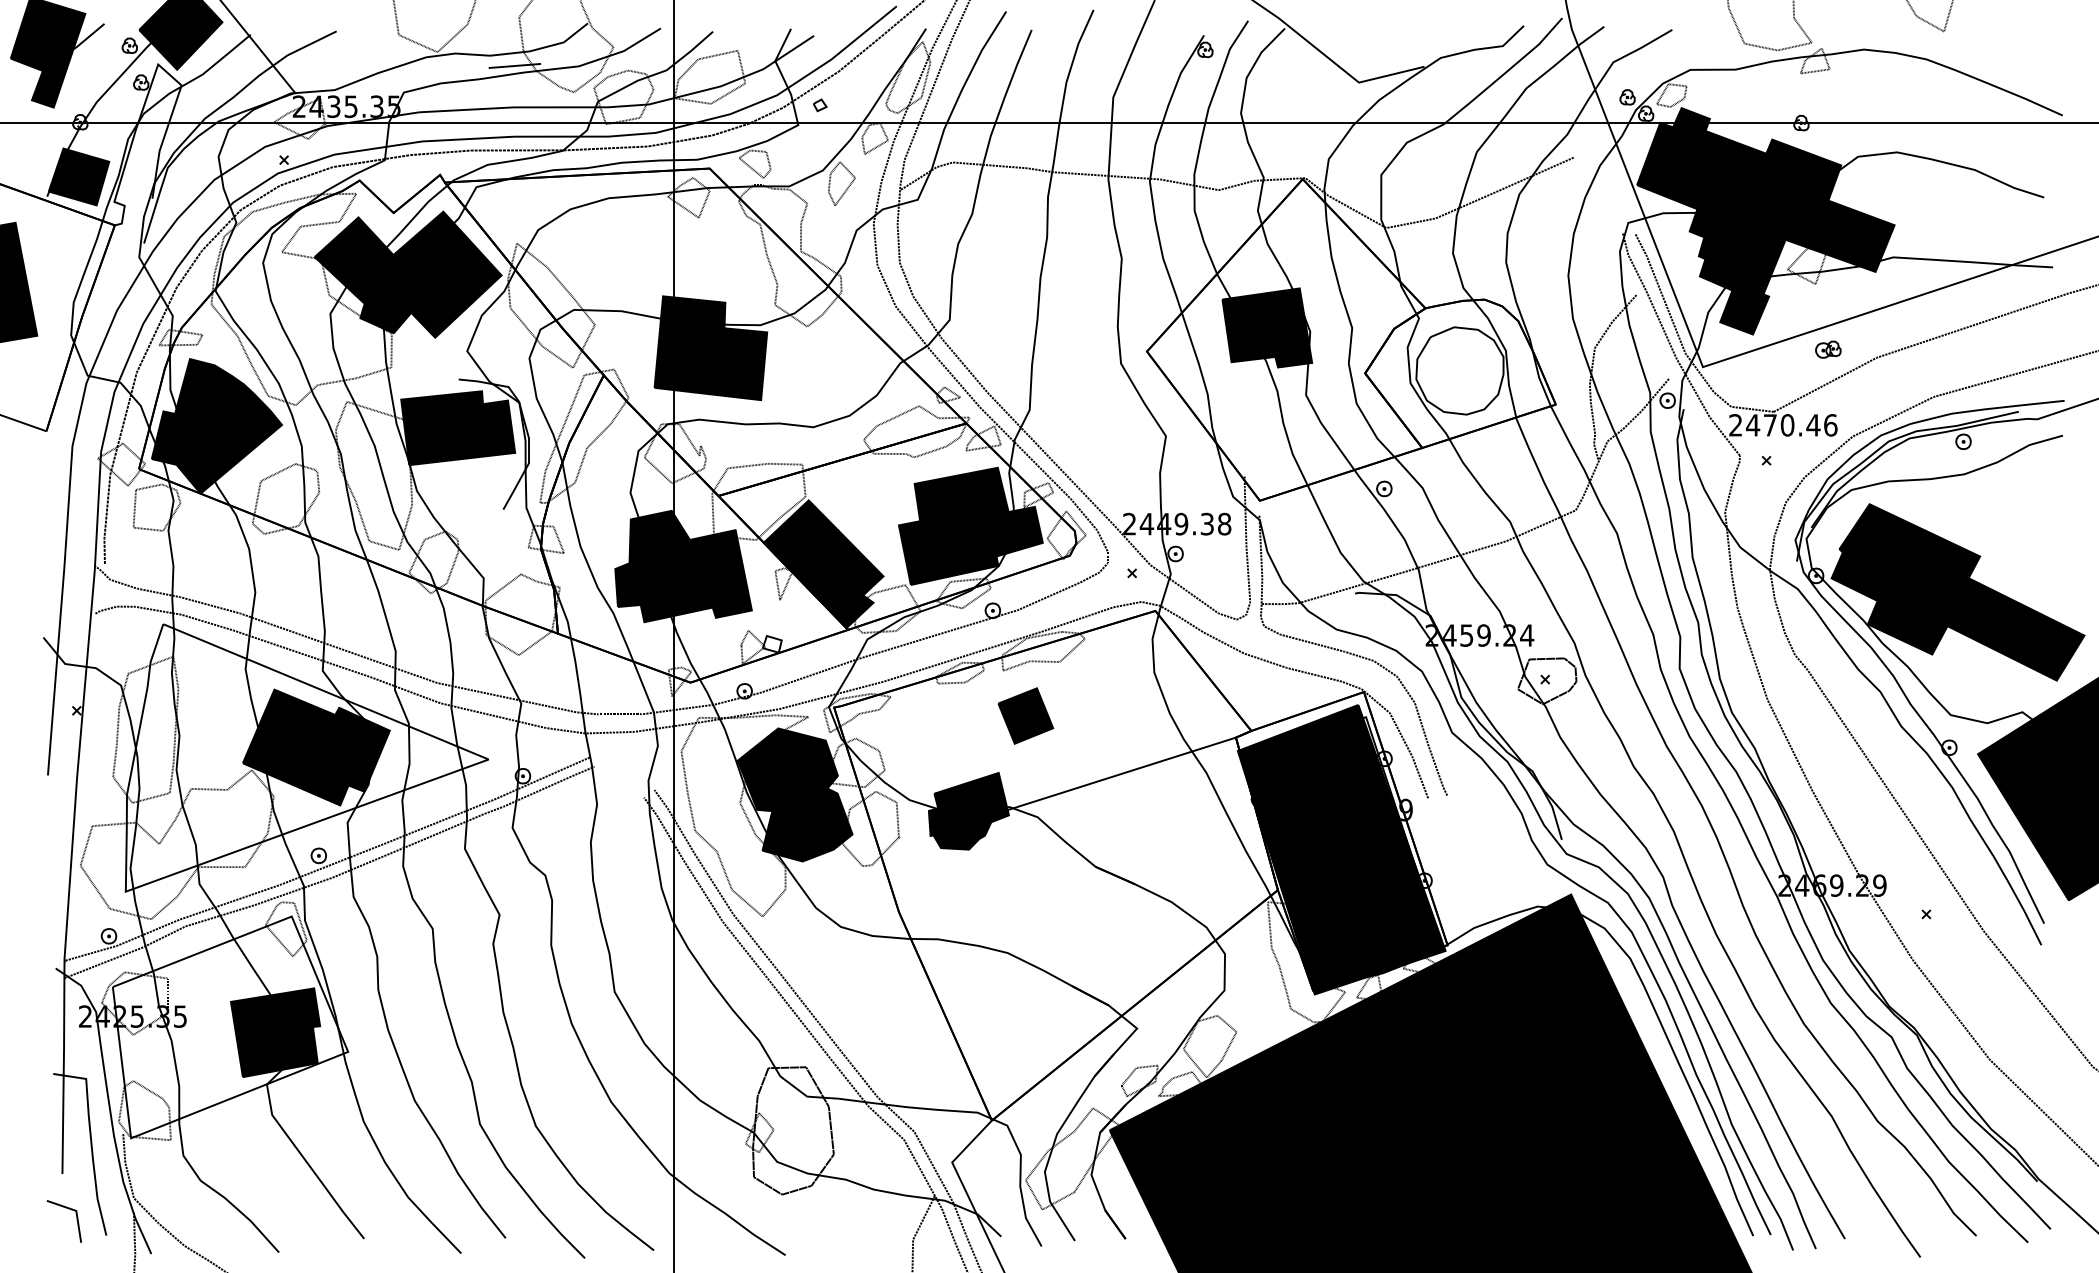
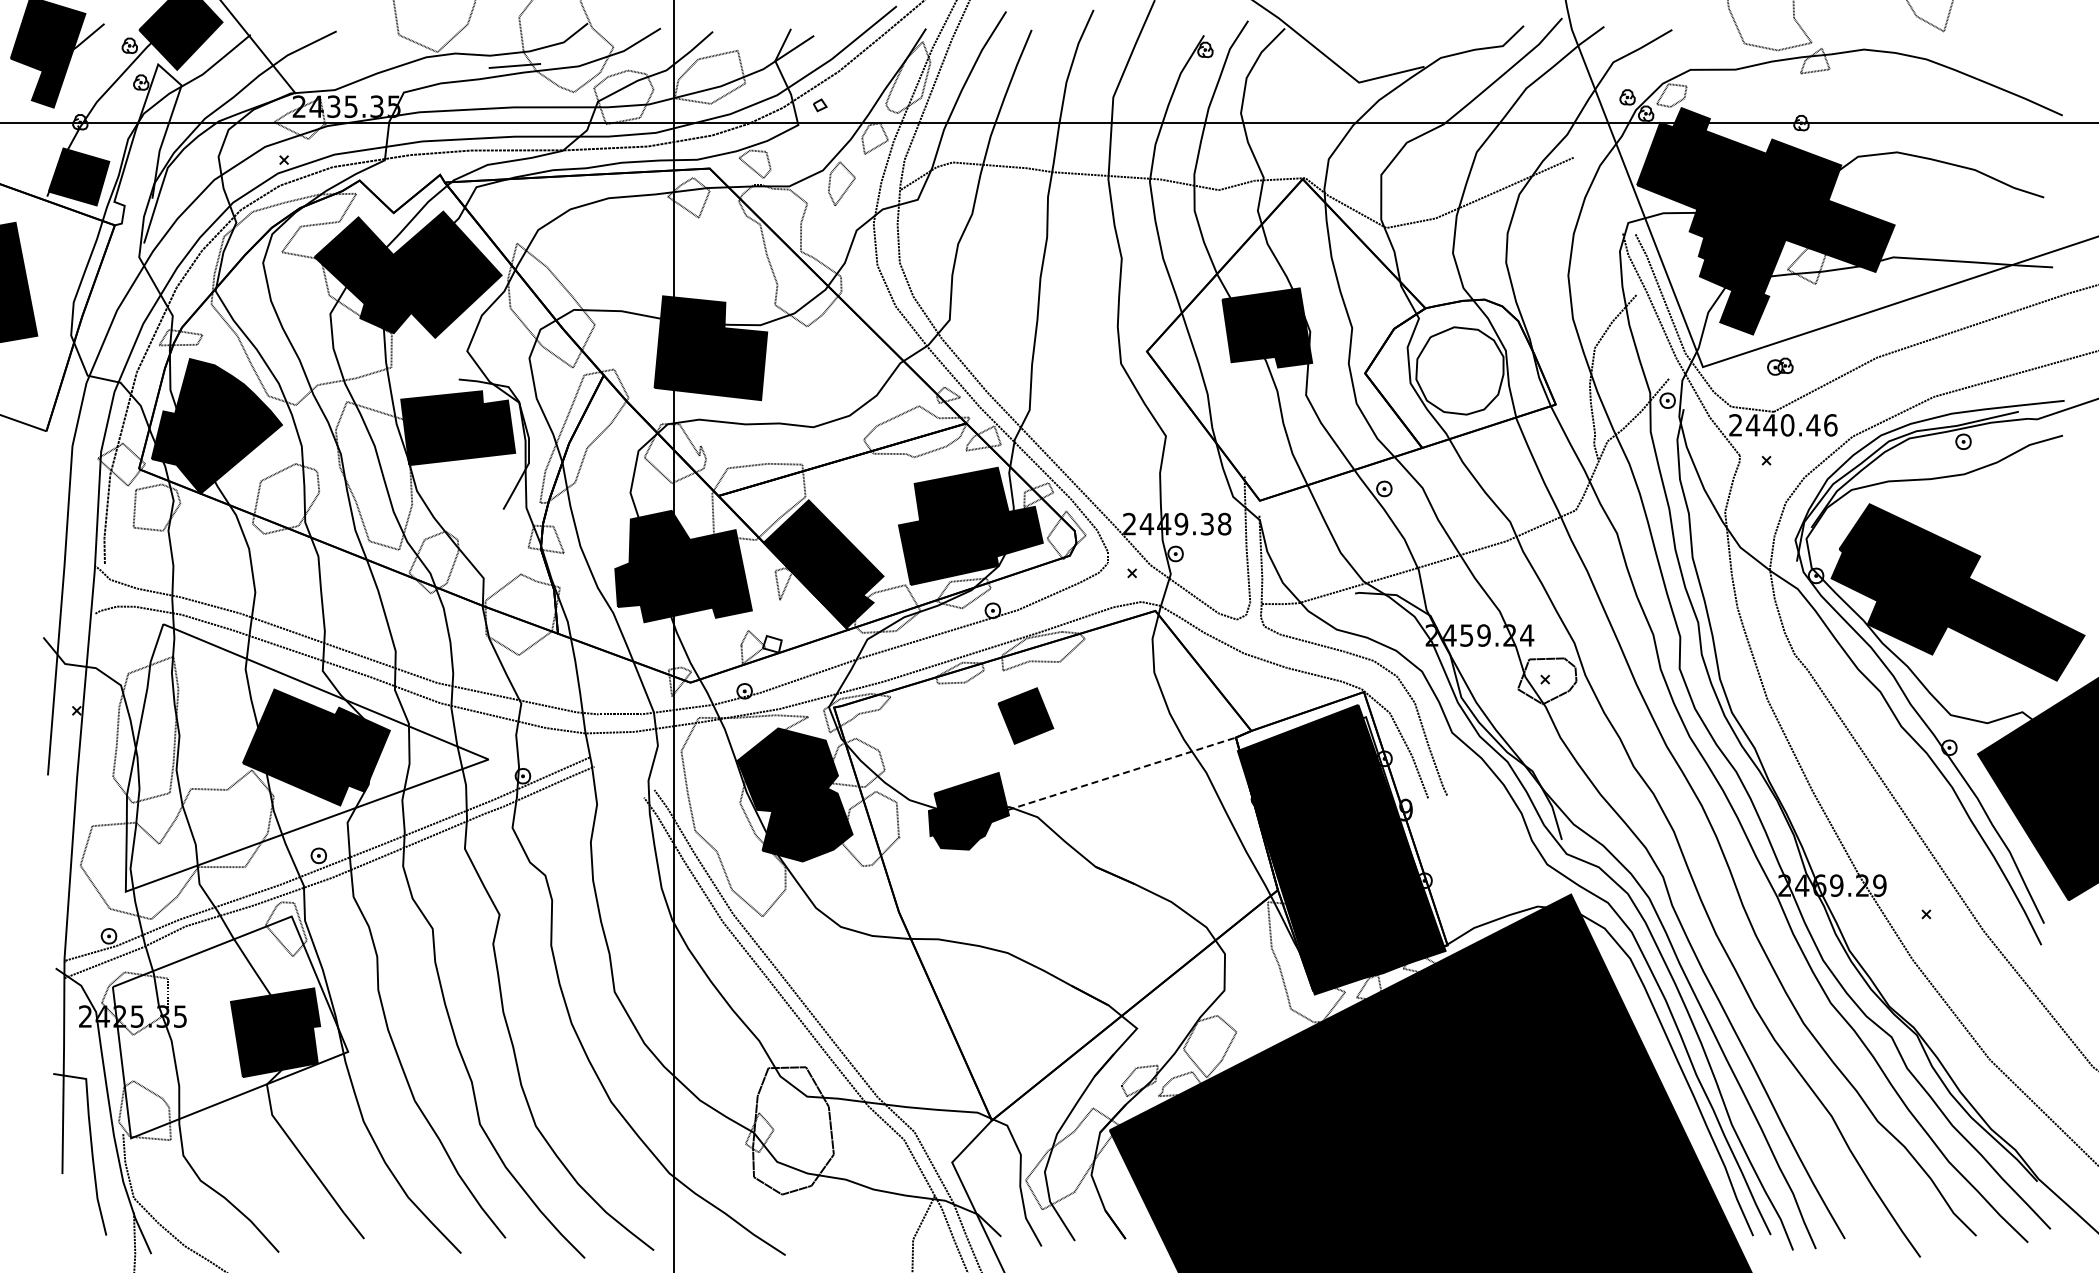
part at (1828, 349) position: (1828, 349) -> (1780, 366)
text at (1770, 425): 2470.46 -> 2440.46
line at (1121, 773): solid -> dashed
line at (68, 1209): present -> none
